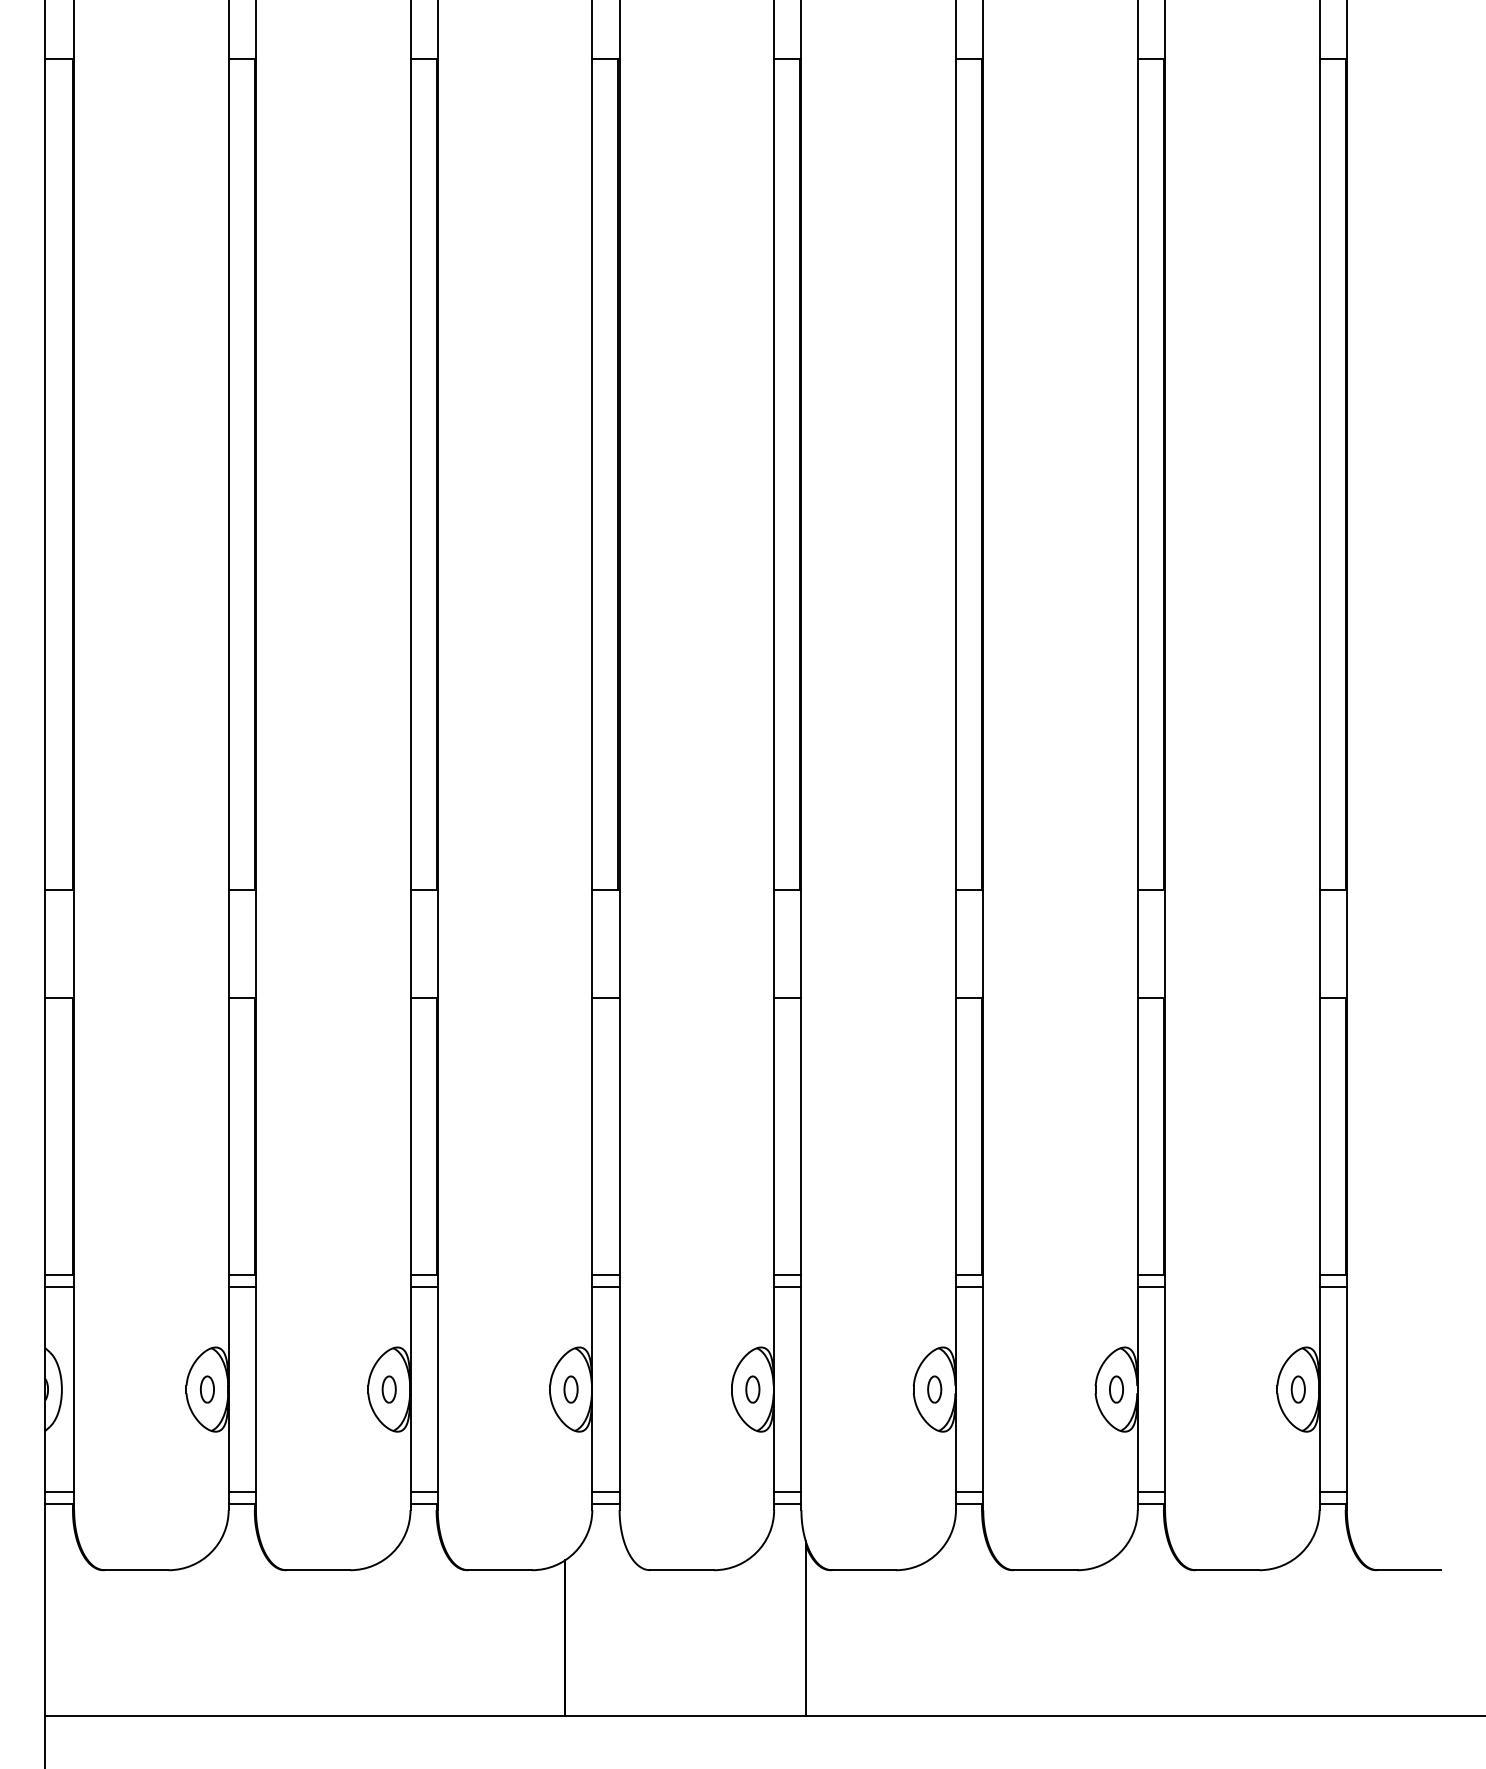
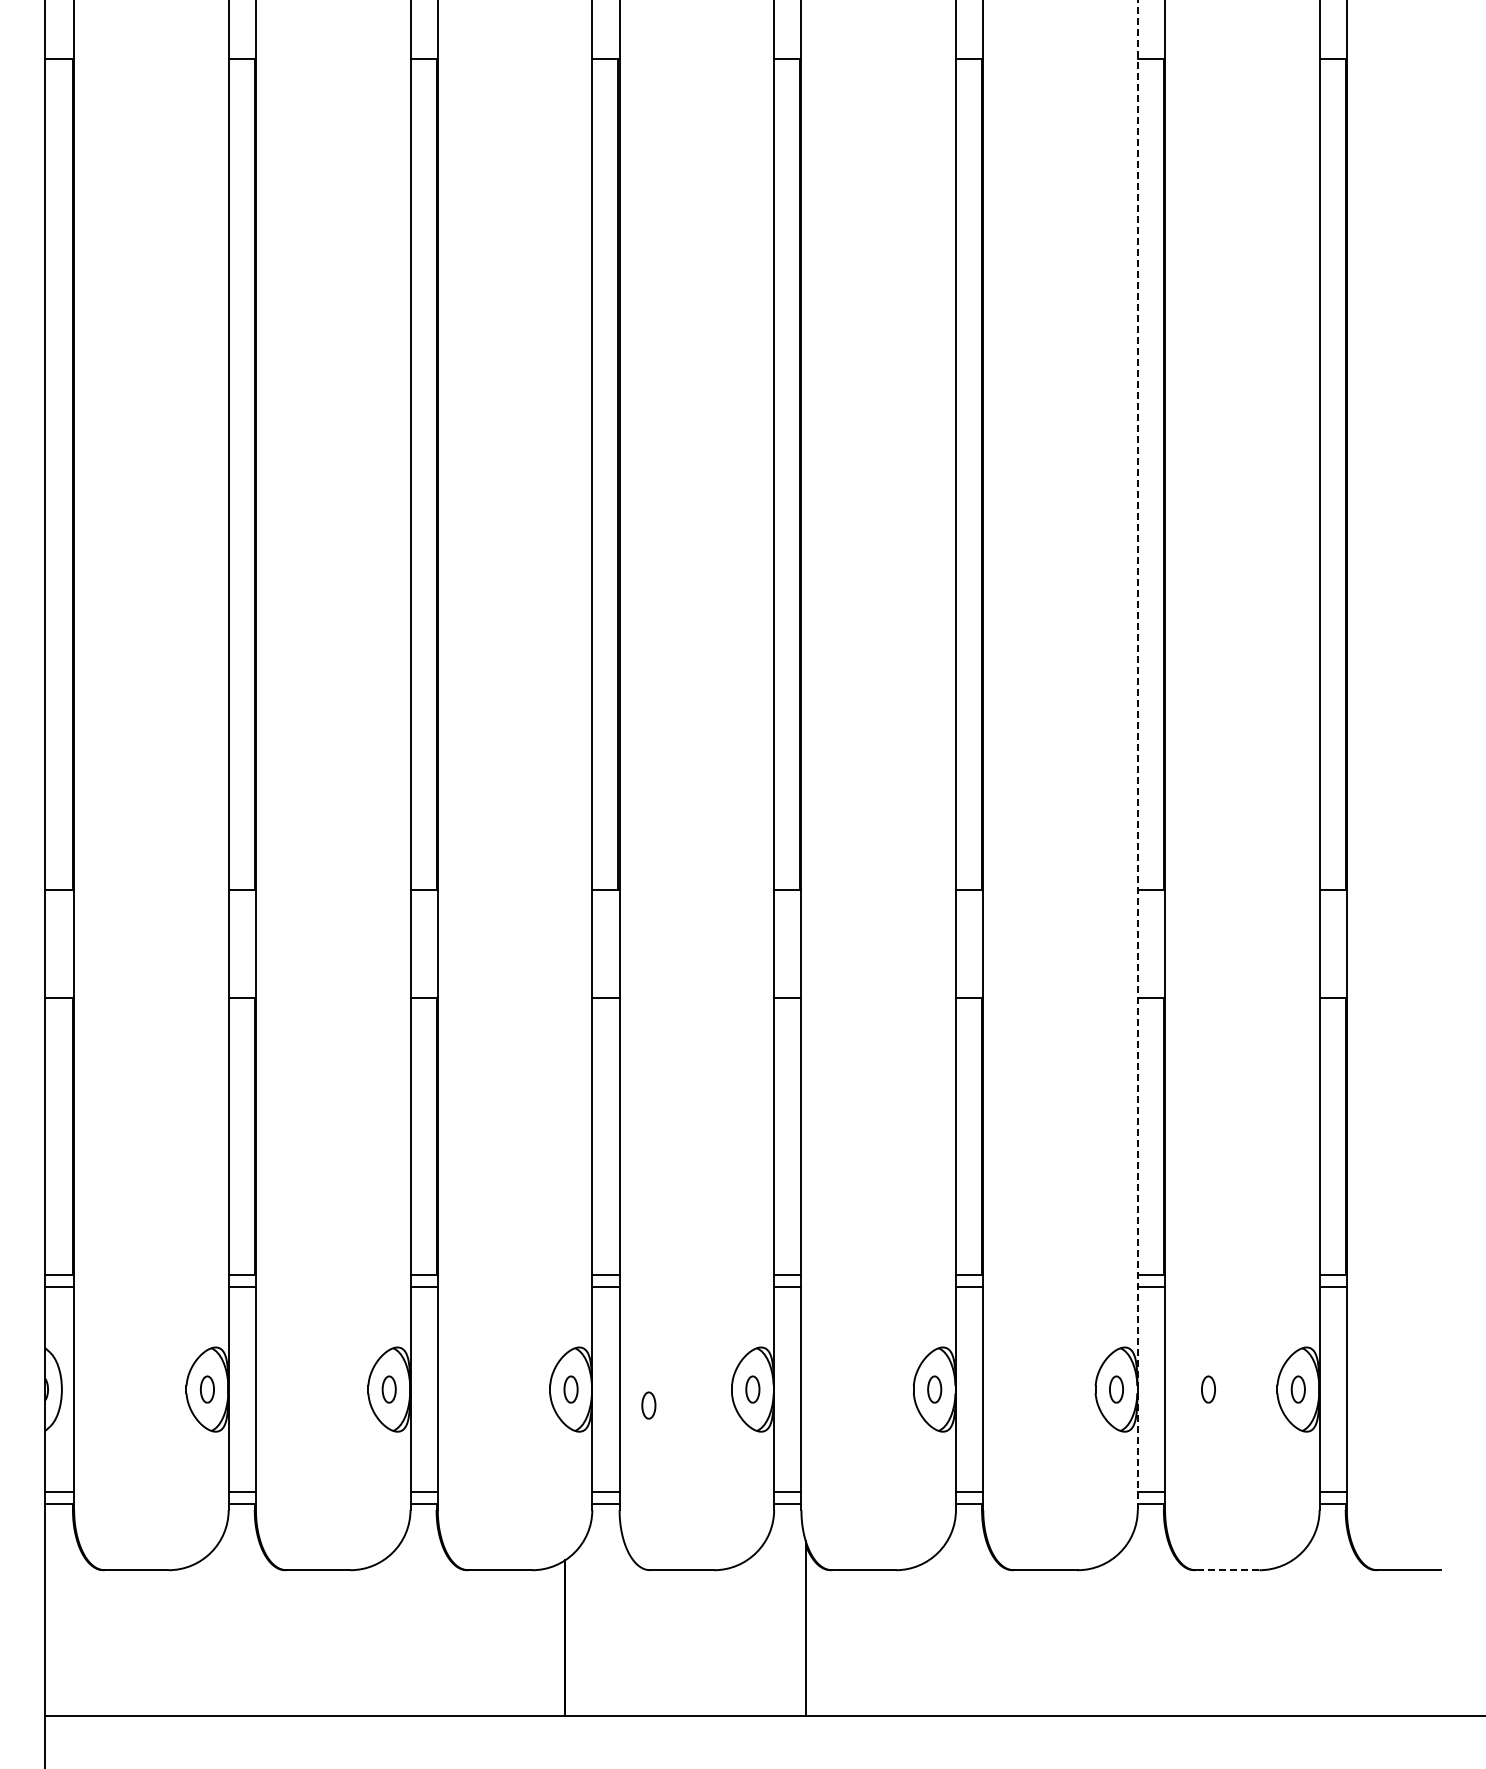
line at (1137, 755): solid -> dashed
part at (1208, 1389): none -> present
part at (648, 1405): none -> present
line at (1227, 1570): solid -> dashed
